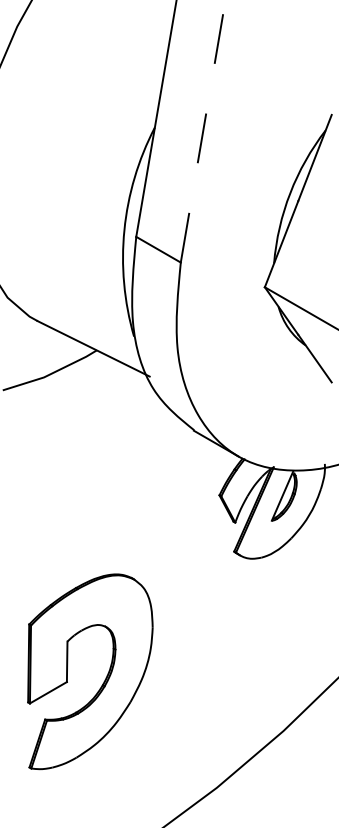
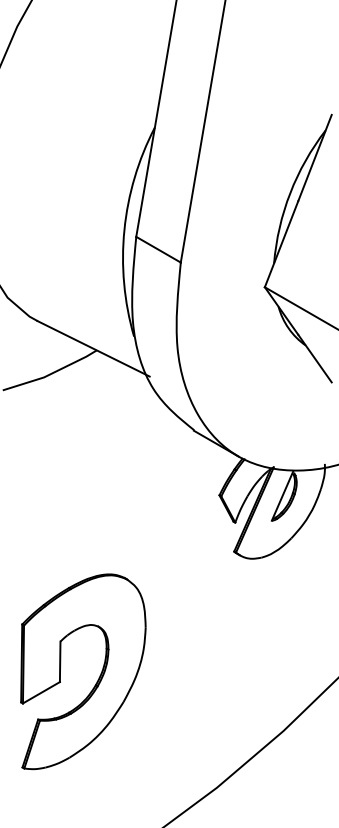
line at (203, 131): dashed -> solid
part at (104, 679) position: (104, 679) -> (97, 679)
